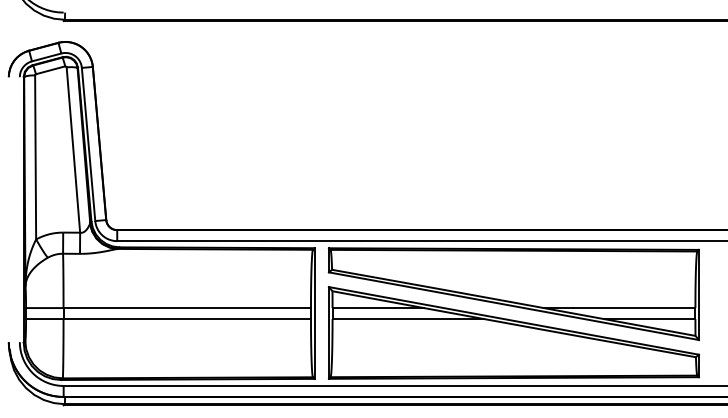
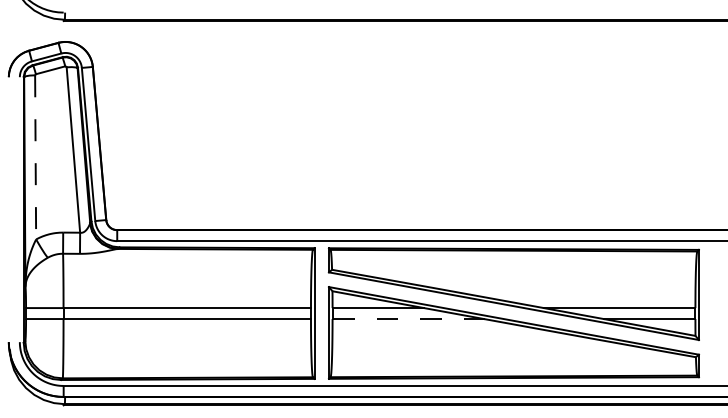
line at (35, 157): solid -> dashed
line at (408, 319): solid -> dashed
